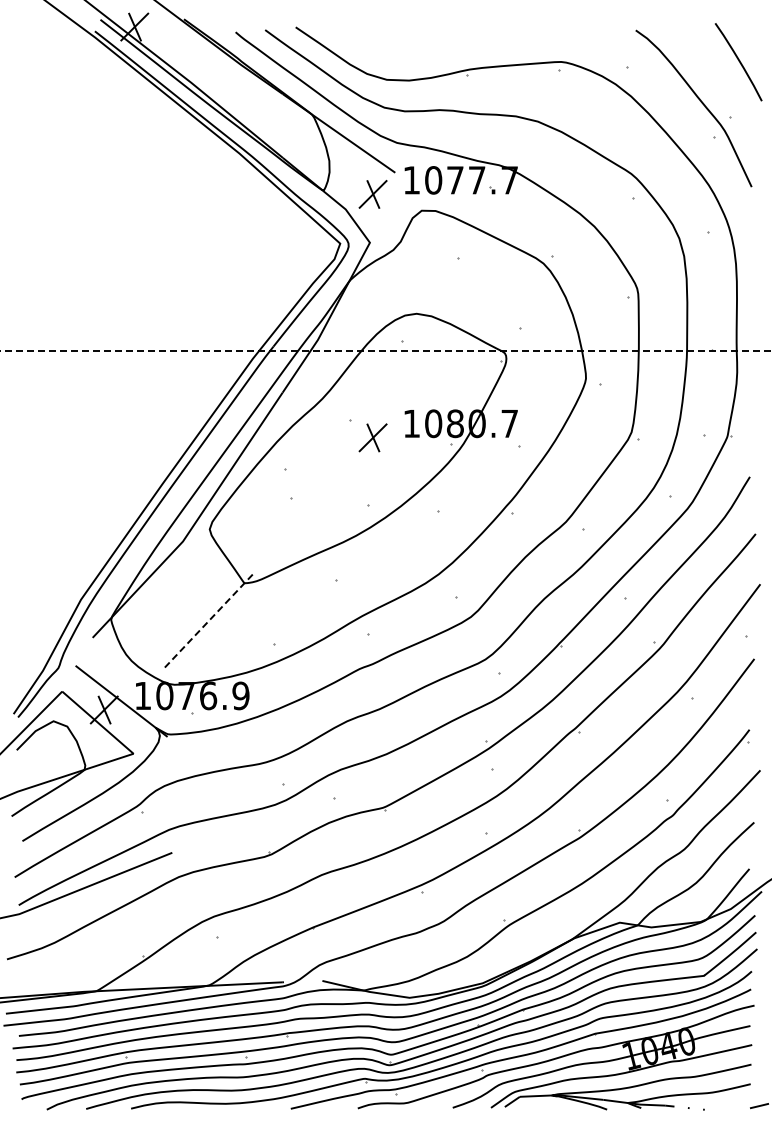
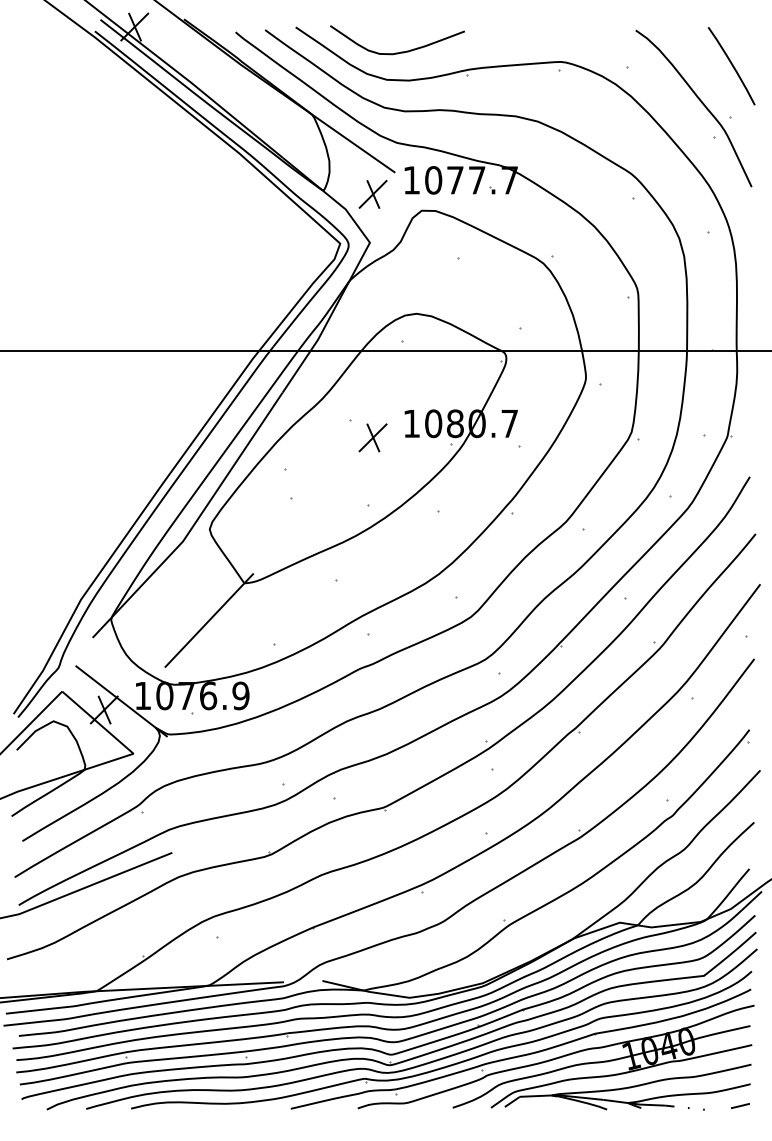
curve at (400, 51): none -> present
curve at (738, 61) position: (738, 61) -> (731, 65)
line at (385, 351): dashed -> solid
line at (209, 620): dashed -> solid
line at (759, 1106) position: (759, 1106) -> (740, 1106)
